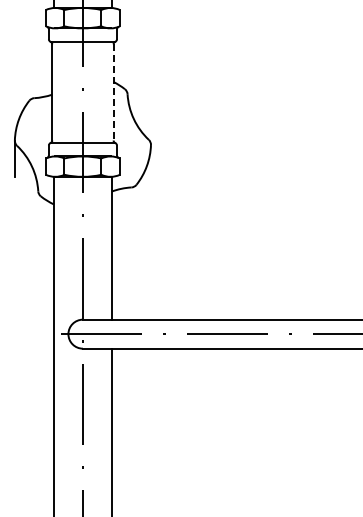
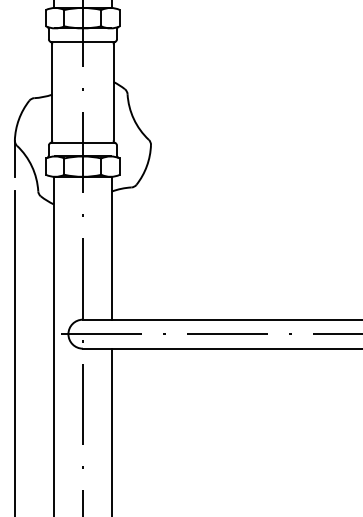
line at (113, 92): dashed -> solid
line at (14, 351): none -> present
